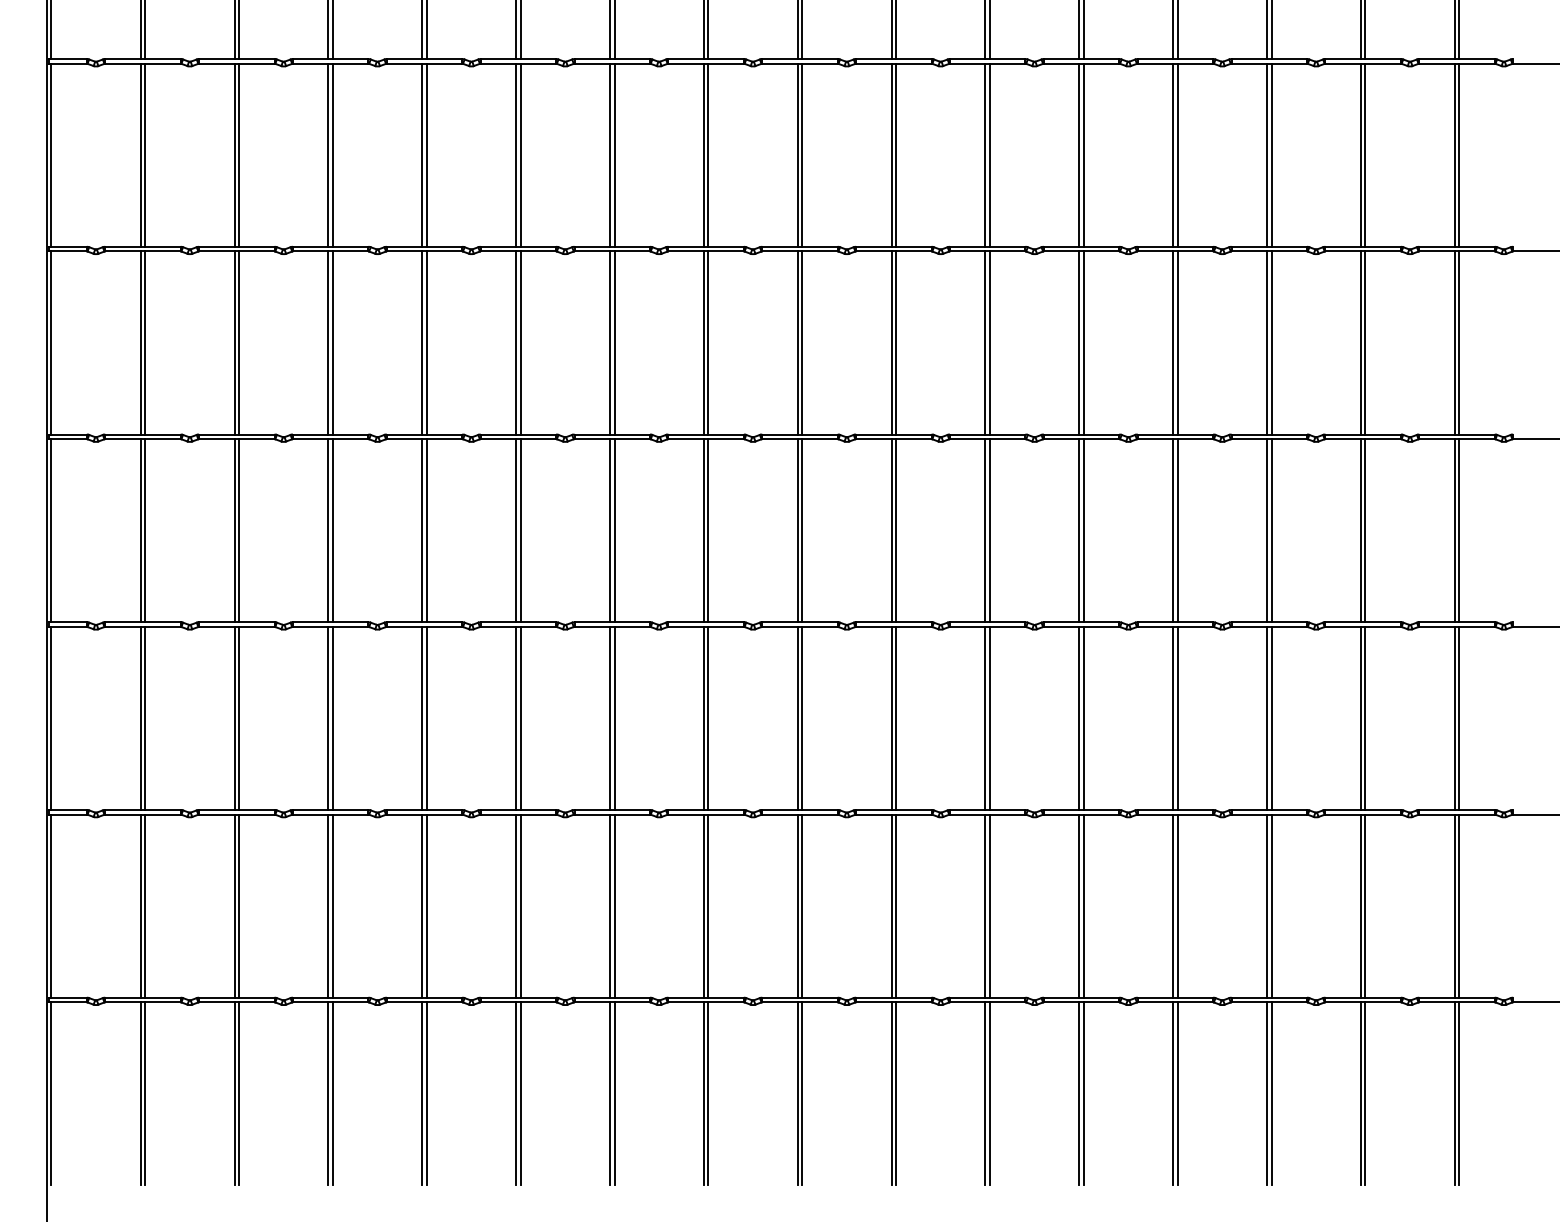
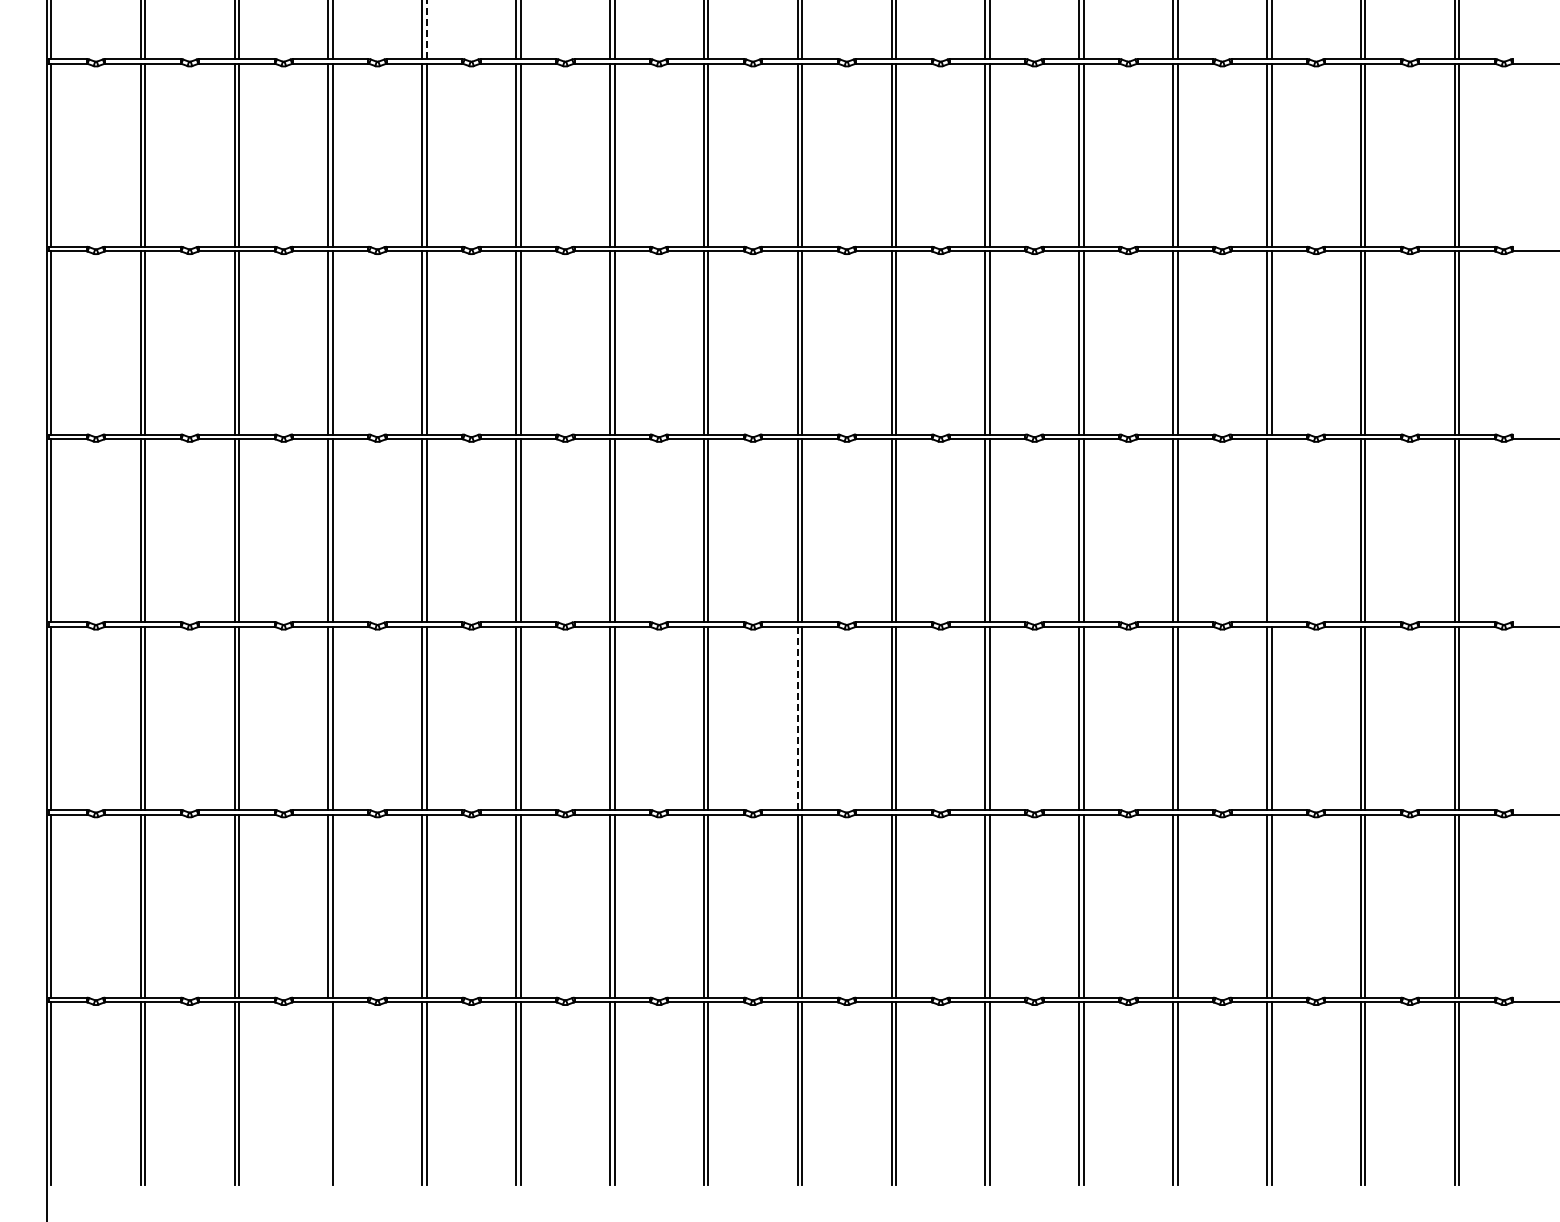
line at (426, 29): solid -> dashed
line at (1271, 530): present -> none
line at (797, 718): solid -> dashed
line at (328, 1093): present -> none
